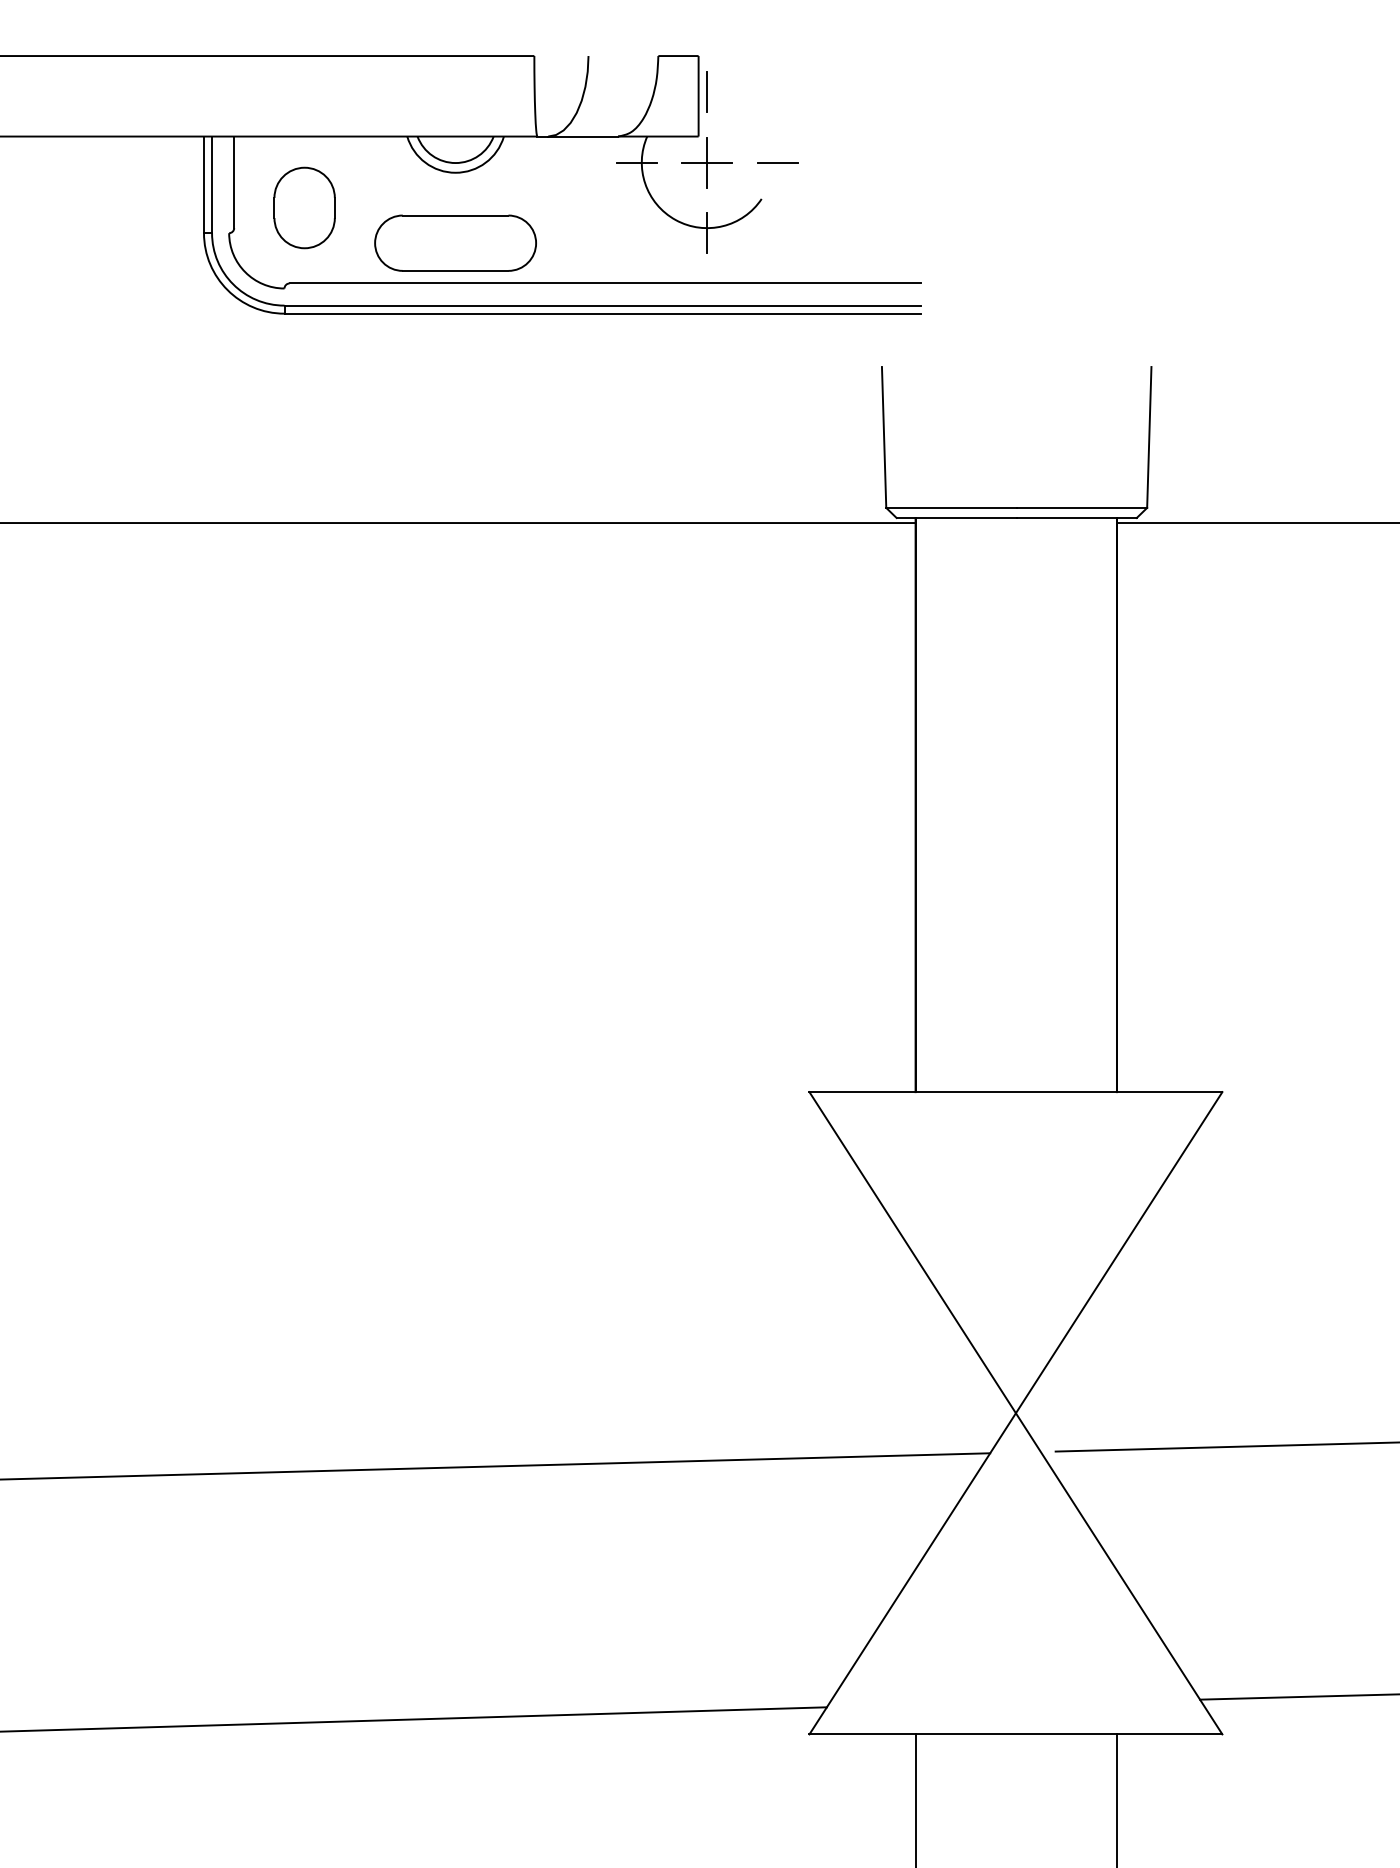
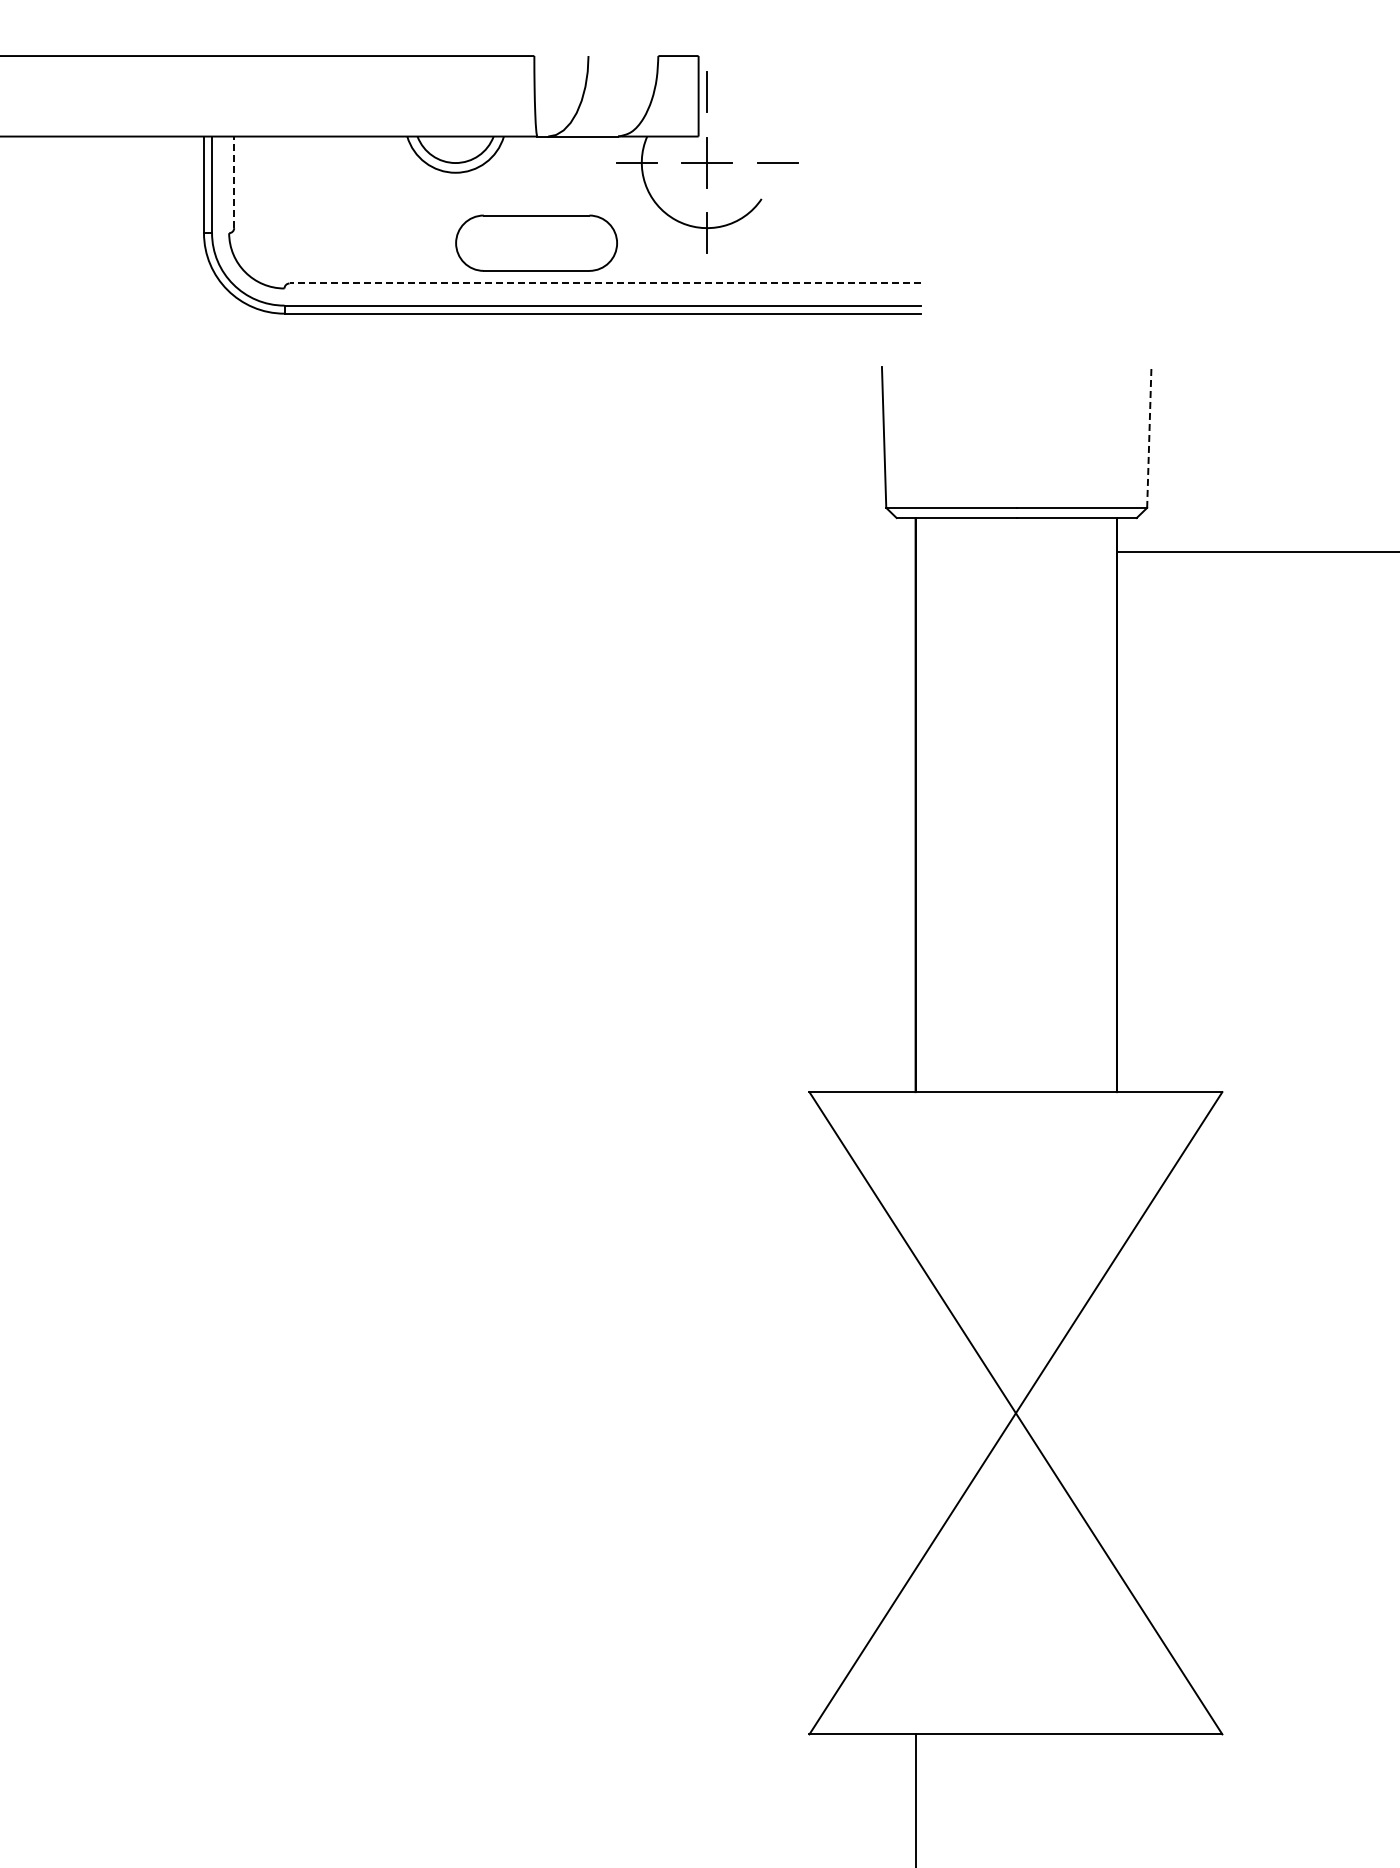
line at (234, 182): solid -> dashed
part at (304, 207): present -> none
part at (455, 242) position: (455, 242) -> (536, 242)
line at (605, 283): solid -> dashed
line at (1149, 436): solid -> dashed
line at (458, 523): present -> none
line at (1256, 523) position: (1256, 523) -> (1256, 552)
line at (1225, 1446): present -> none
line at (496, 1466): present -> none
line at (1298, 1696): present -> none
line at (414, 1719): present -> none
line at (1116, 1799): present -> none
